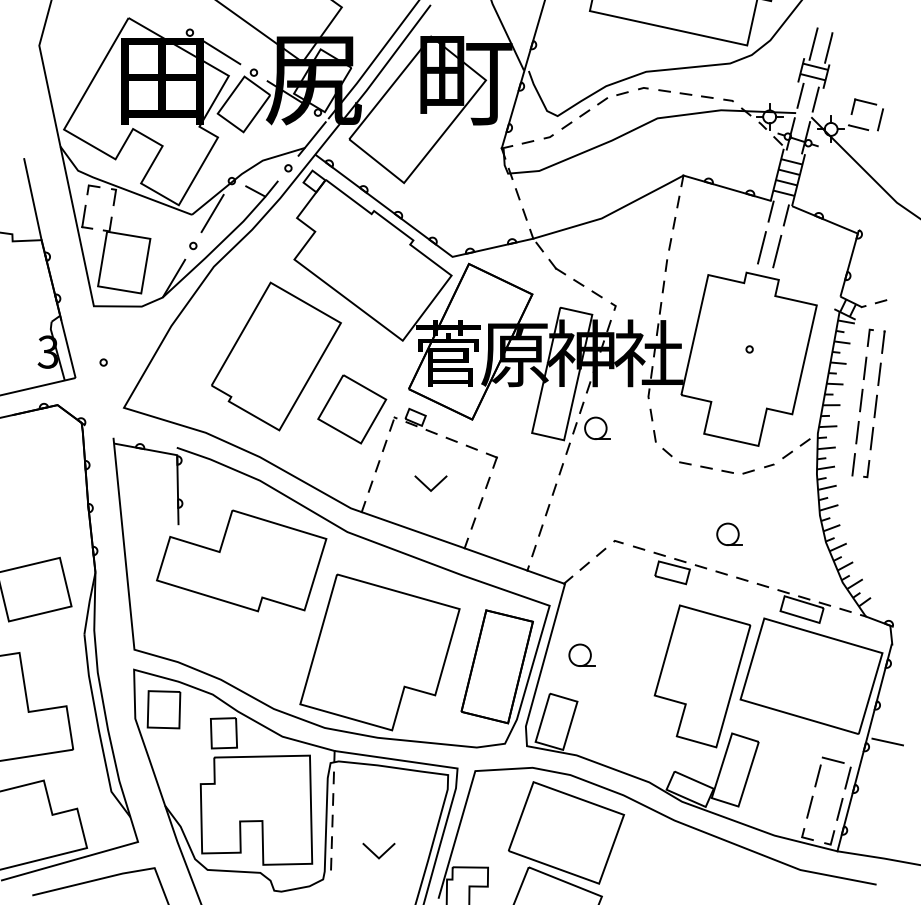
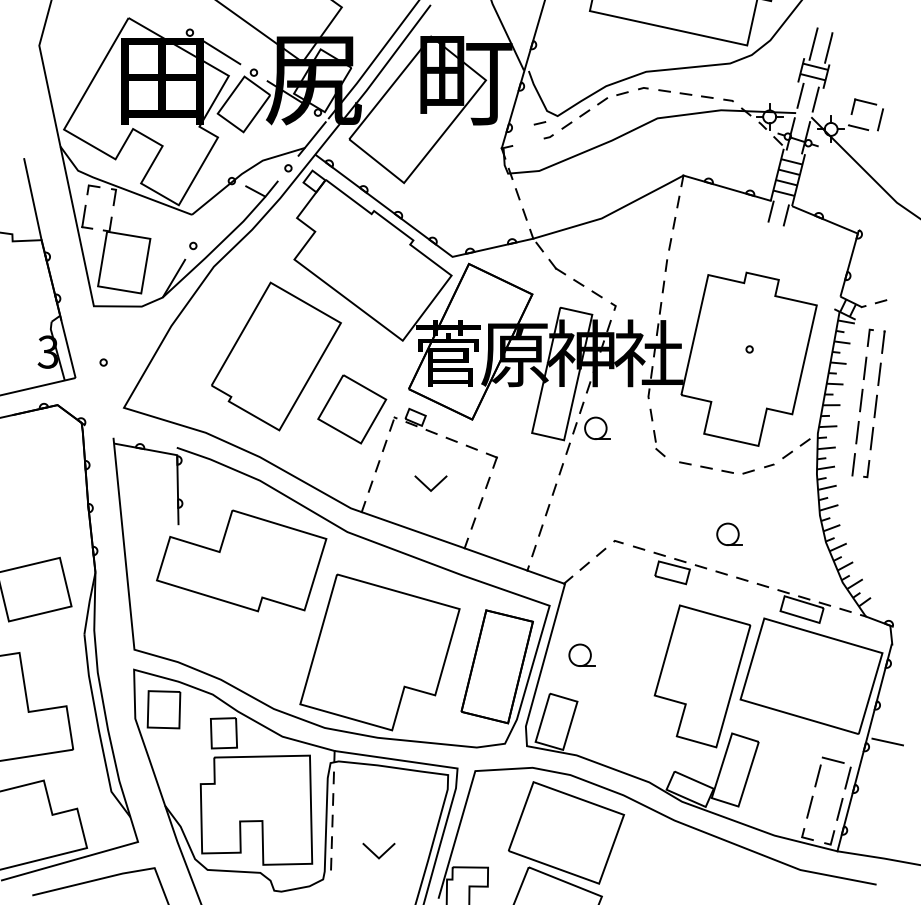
line at (527, 142) position: (527, 142) -> (539, 123)
line at (212, 213): present -> none
line at (761, 247): present -> none
line at (777, 251): present -> none
line at (667, 452) position: (667, 452) -> (660, 452)
